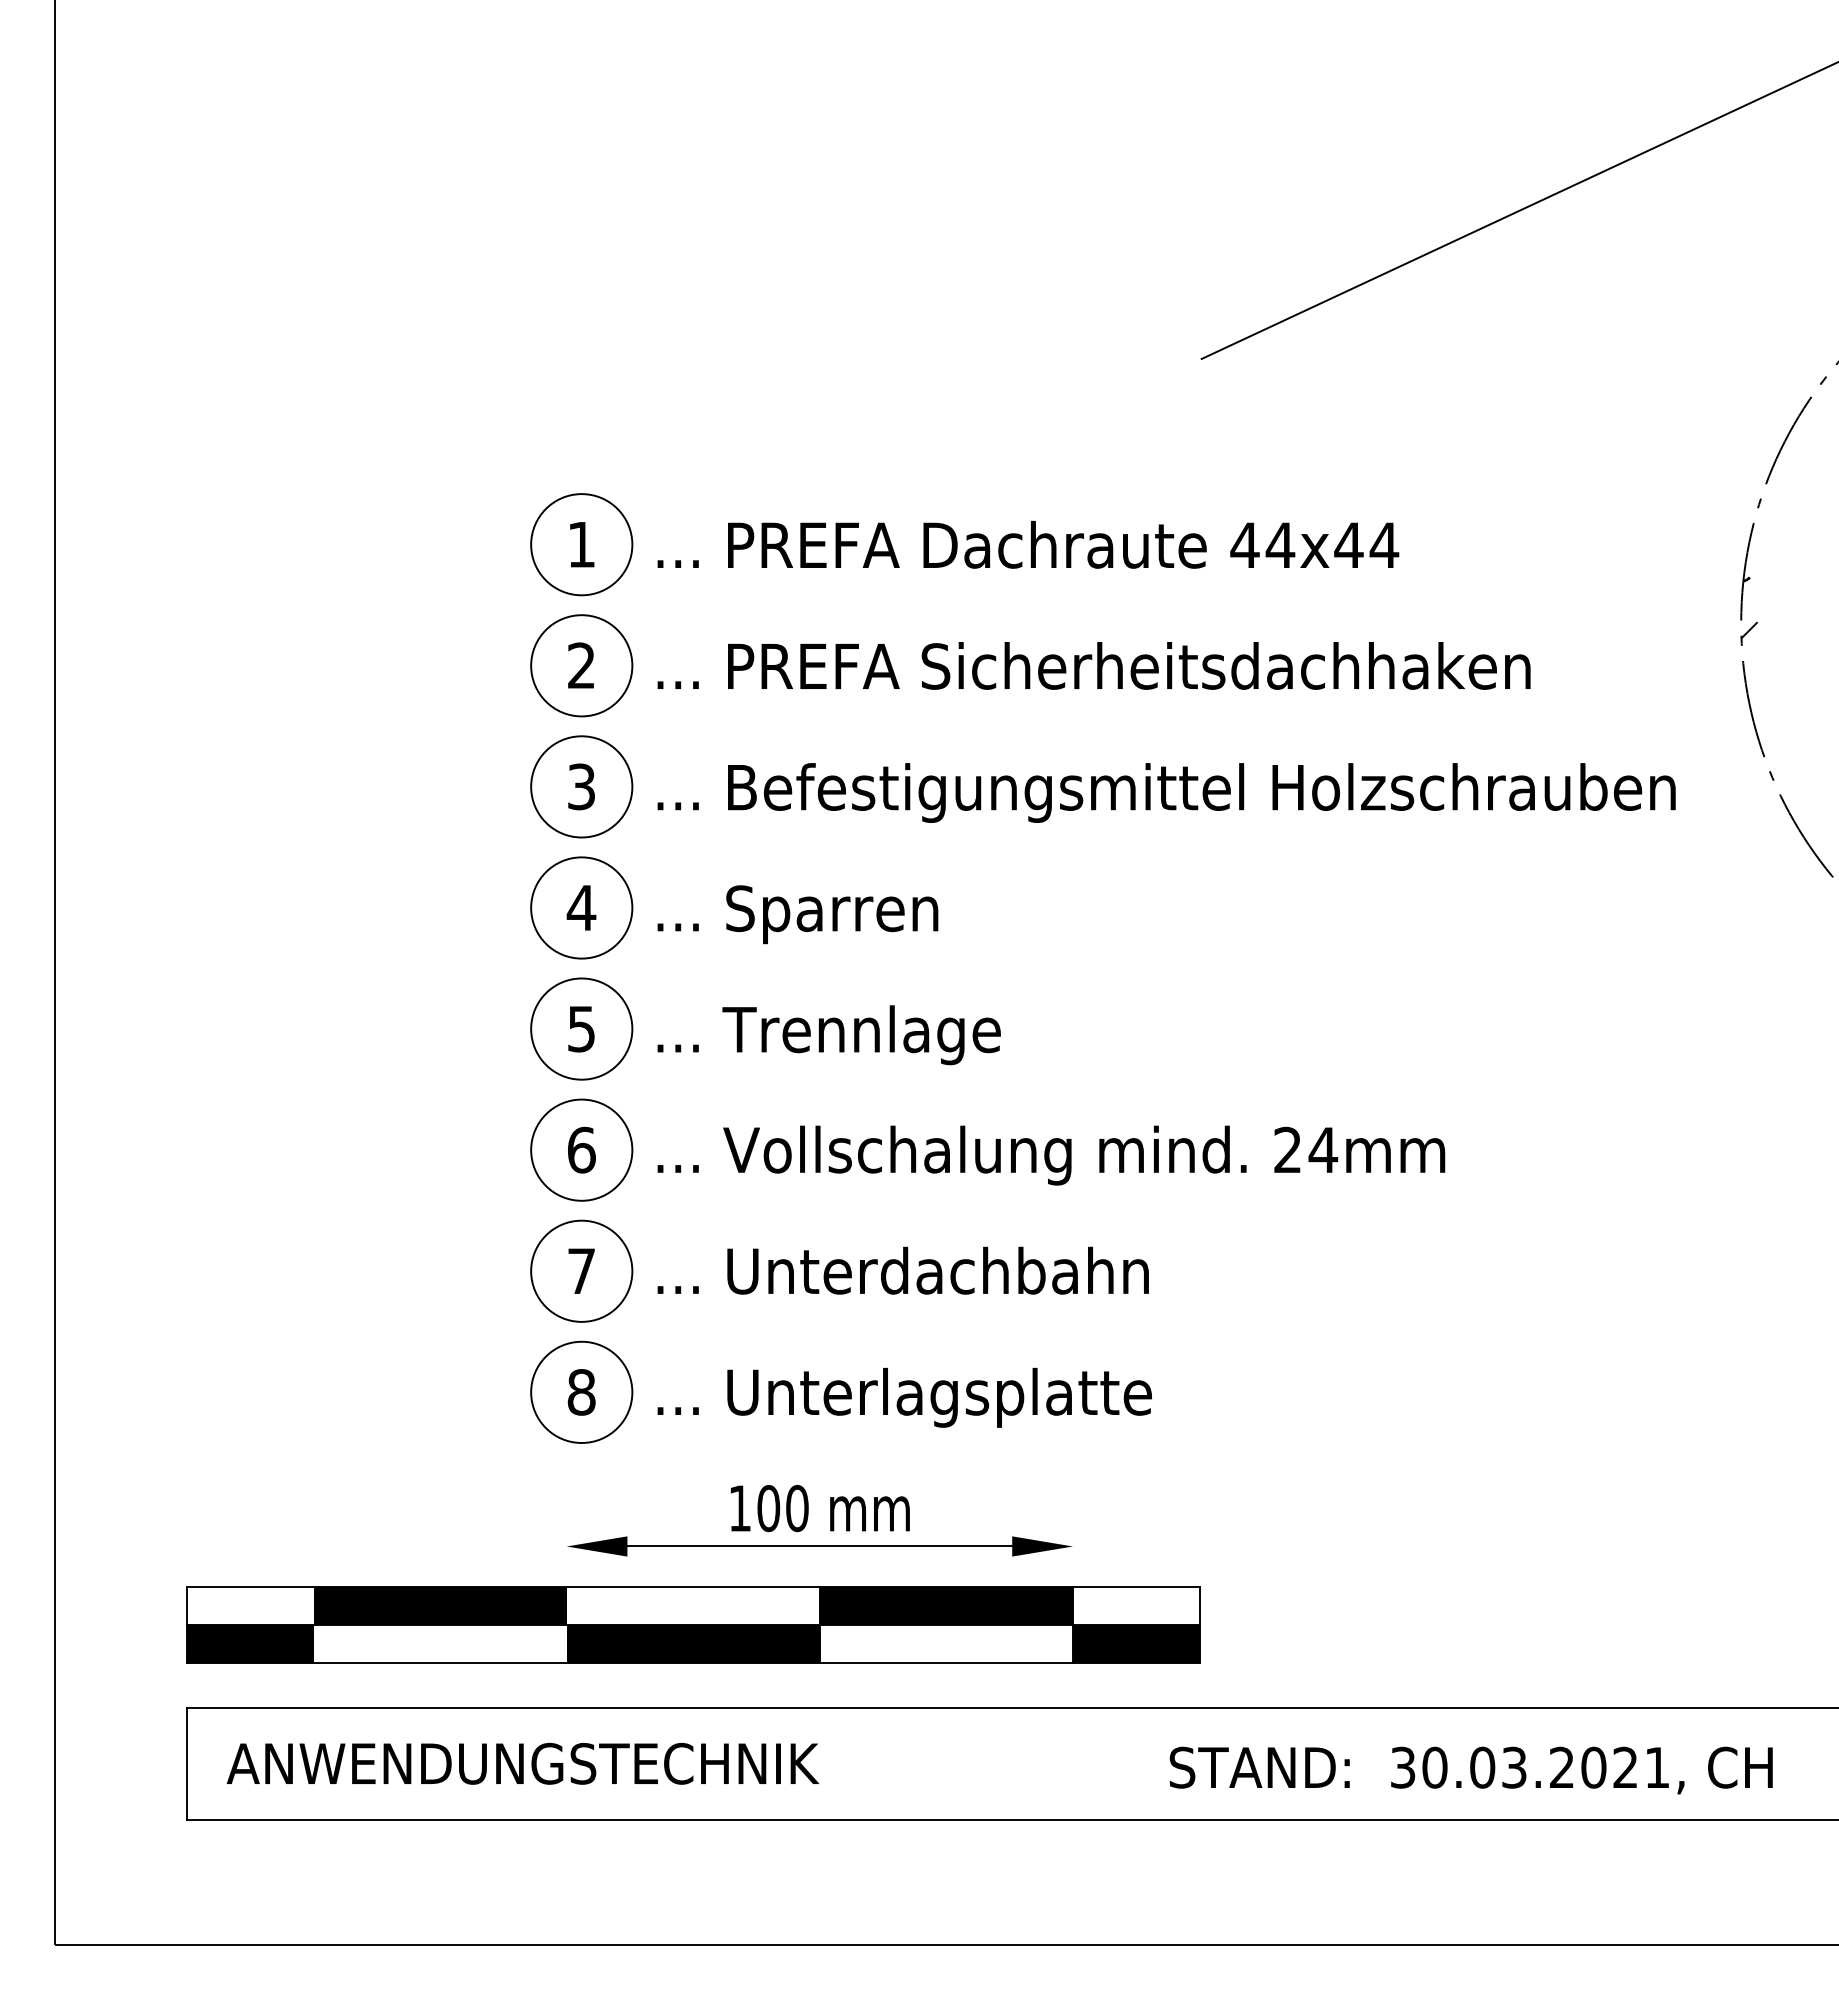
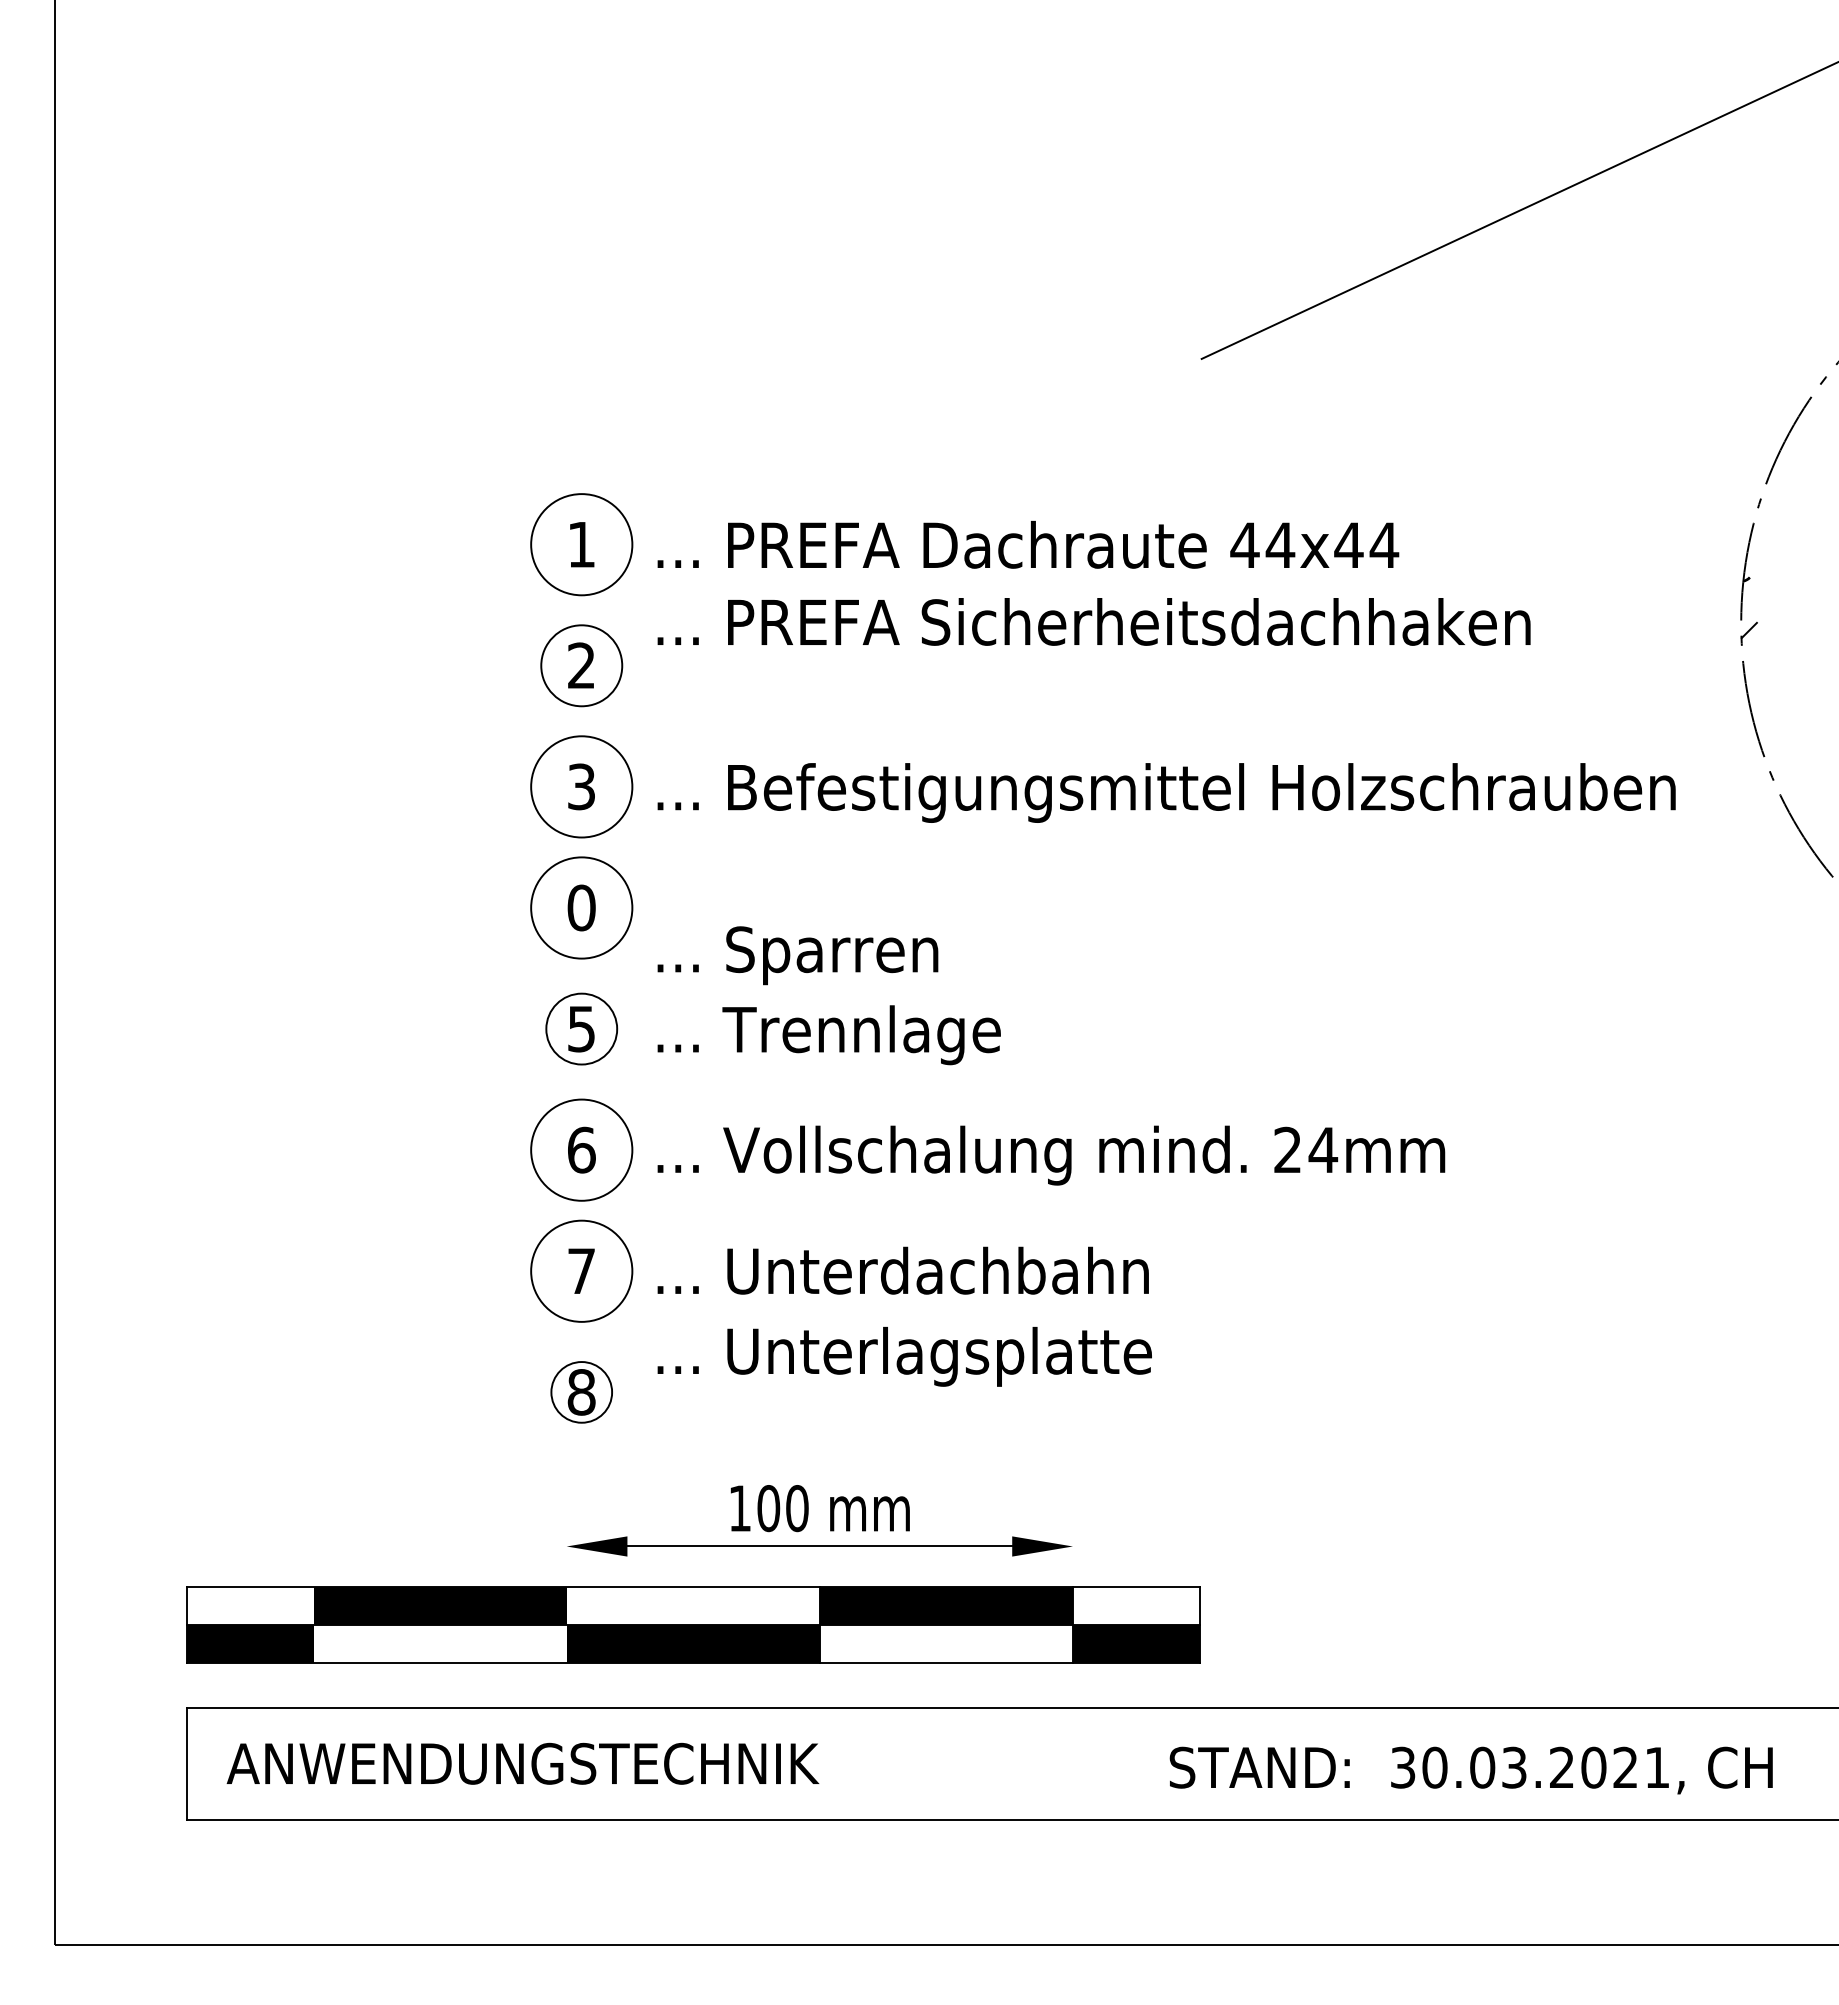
circle at (581, 665) diameter: 101 px -> 81 px
text at (1093, 665) position: (1093, 665) -> (1093, 621)
text at (581, 907): 4 -> 0
text at (797, 914) position: (797, 914) -> (797, 955)
circle at (581, 1028) diameter: 101 px -> 71 px
circle at (581, 1391) diameter: 101 px -> 61 px
text at (904, 1397) position: (904, 1397) -> (904, 1356)
